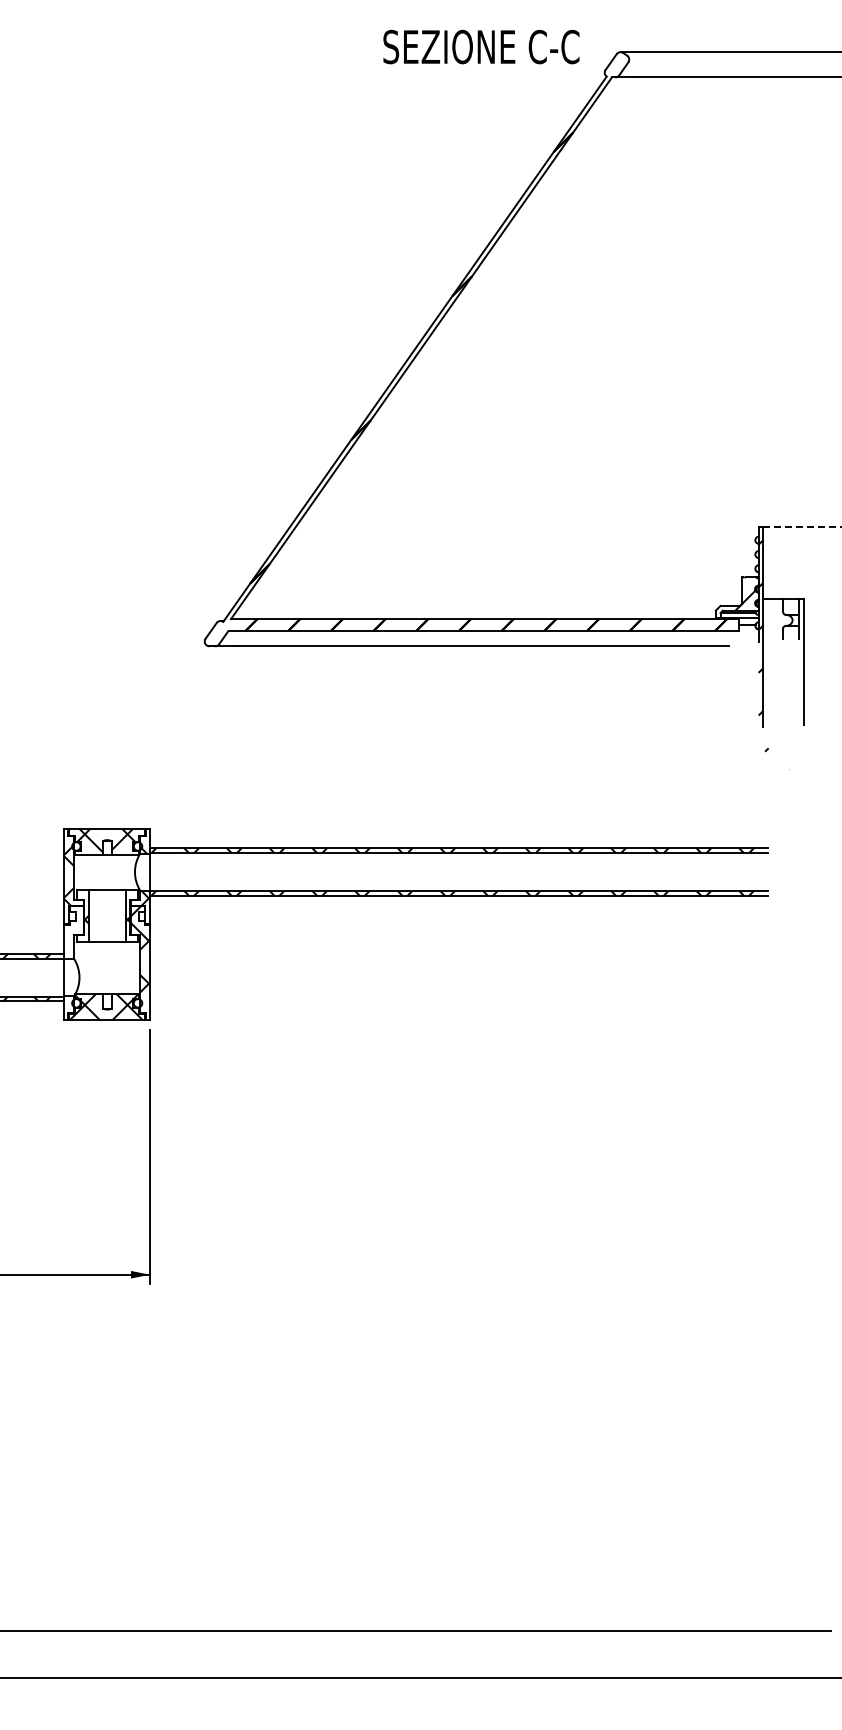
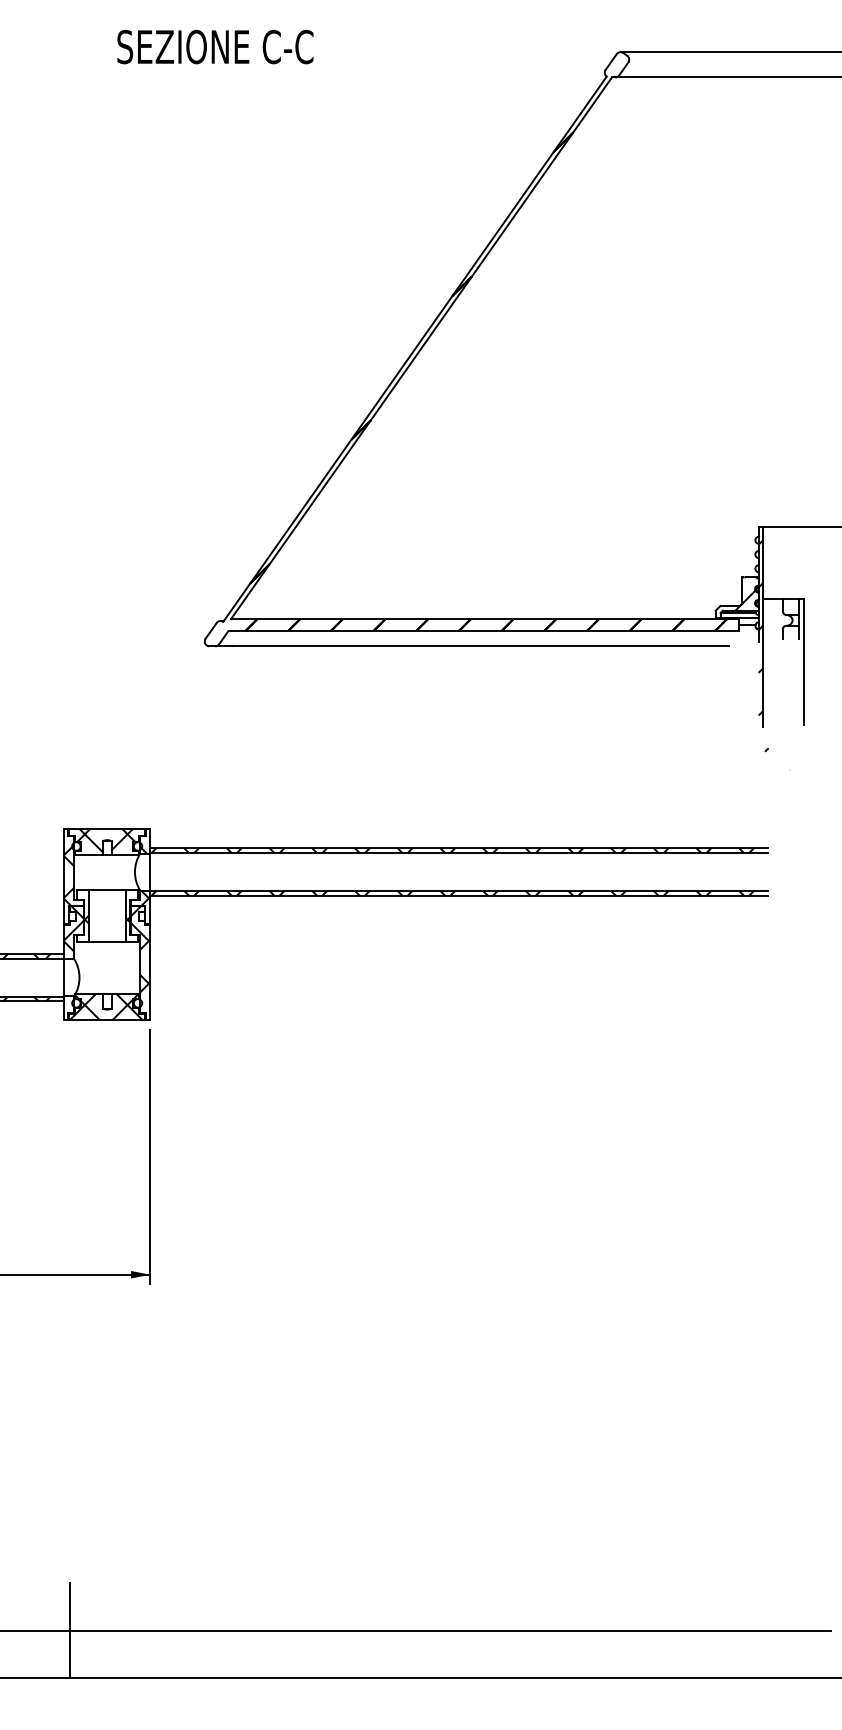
text at (481, 46) position: (481, 46) -> (215, 46)
line at (802, 527): dashed -> solid
hatch at (73, 928): none -> present
line at (70, 1630): none -> present
